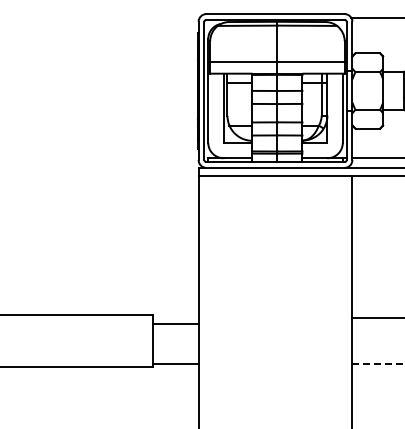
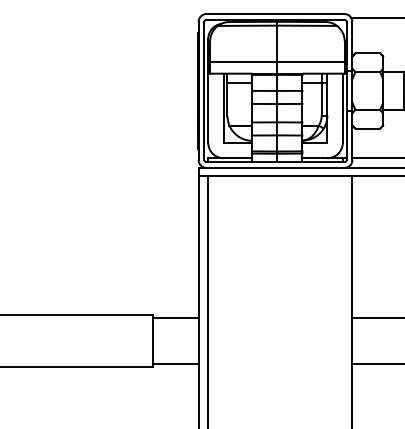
line at (208, 300): none -> present
line at (175, 324) position: (175, 324) -> (175, 318)
line at (379, 363): dashed -> solid
